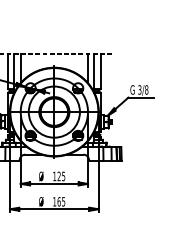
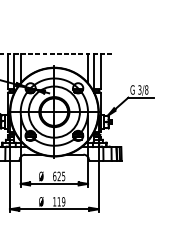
text at (54, 176): 125 -> 625
text at (61, 201): 165 -> 119
